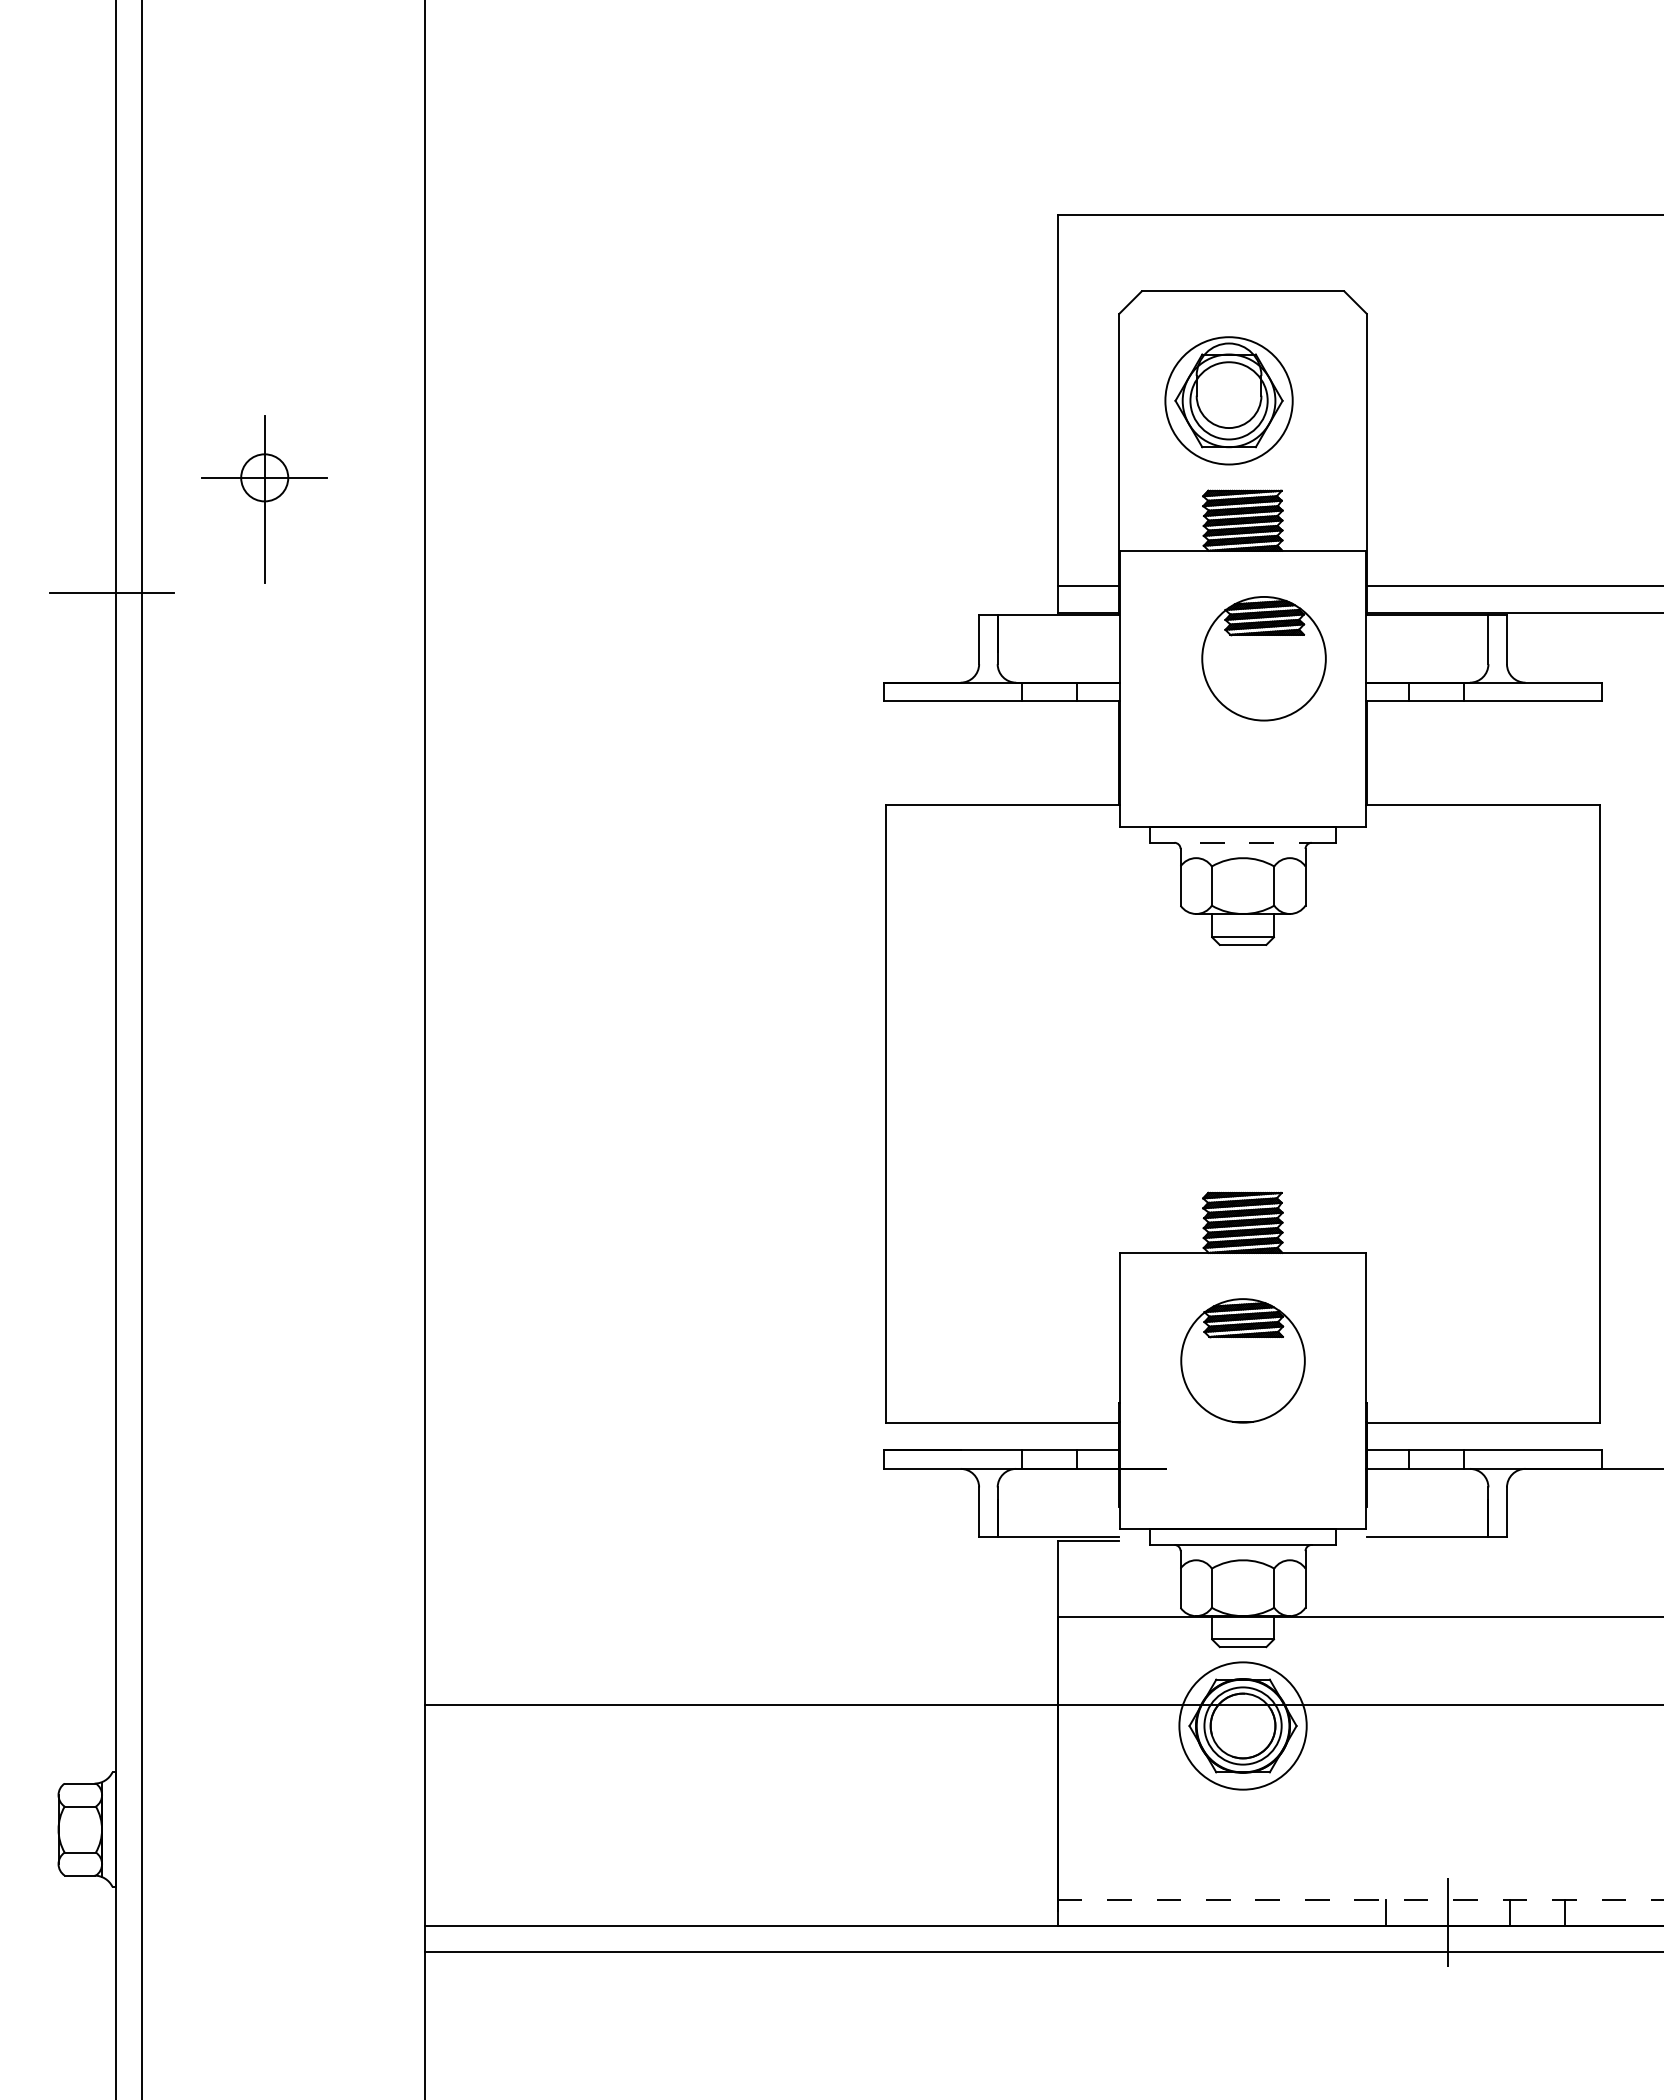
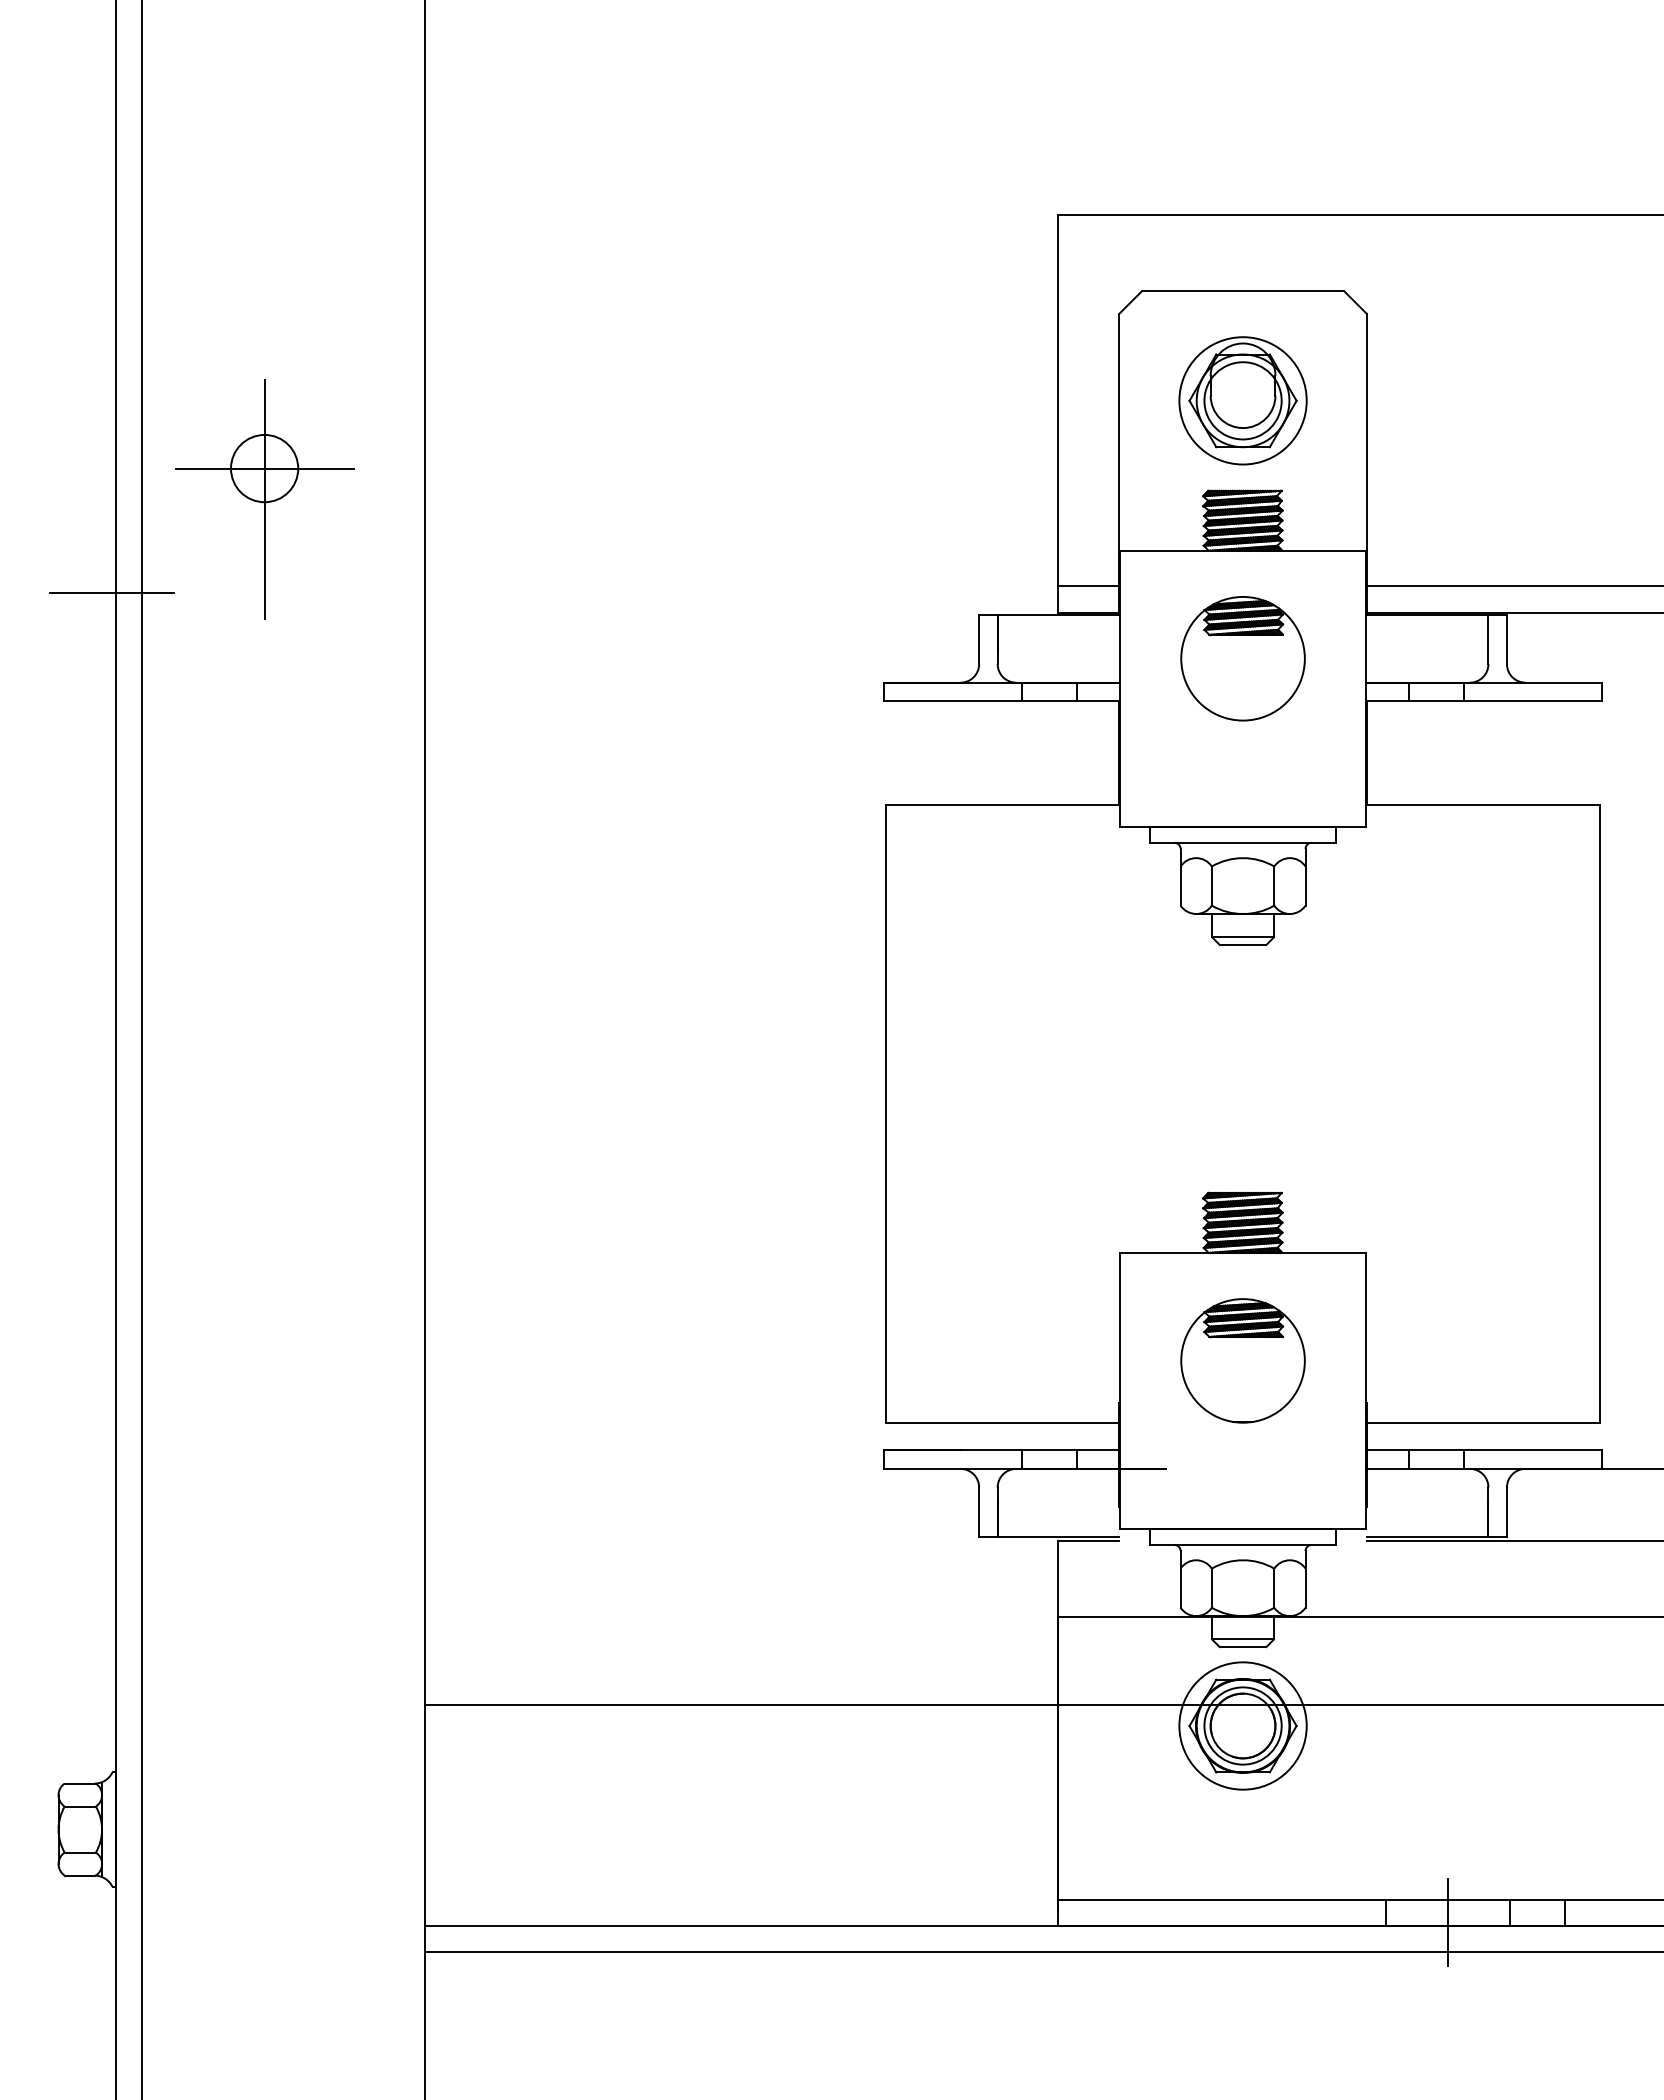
part at (1228, 400) position: (1228, 400) -> (1242, 400)
part at (264, 499) size: 127x169 px -> 180x241 px
part at (1263, 658) position: (1263, 658) -> (1242, 658)
line at (1231, 842): dashed -> solid
line at (1513, 1540): none -> present
line at (1360, 1900): dashed -> solid
